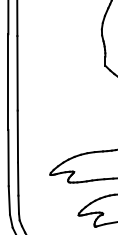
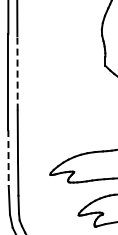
line at (17, 72): solid -> dashed
line at (8, 158): solid -> dashed
